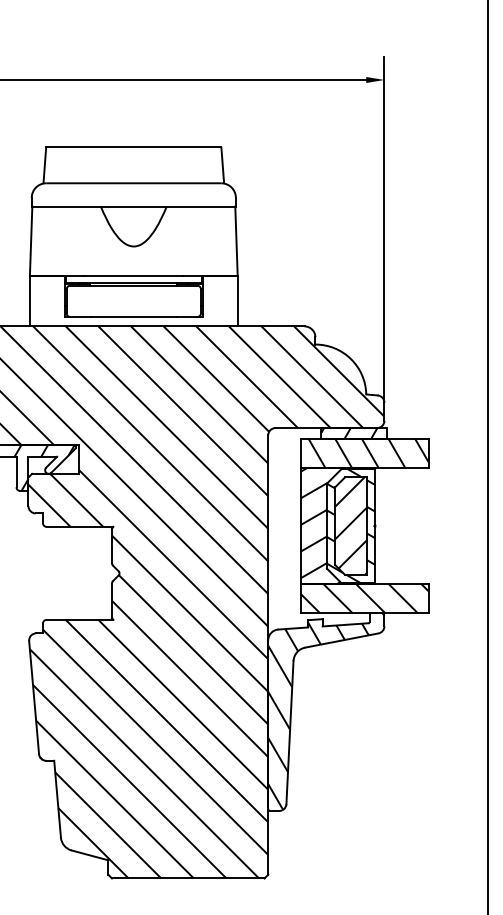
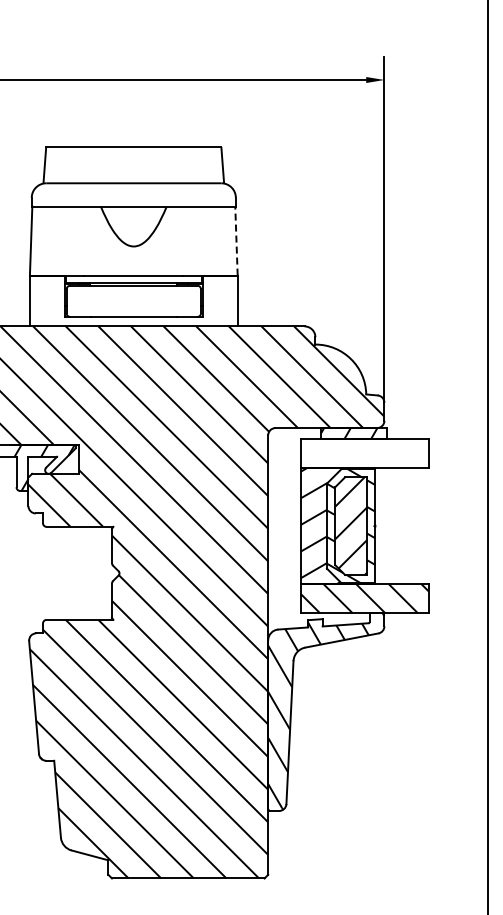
line at (236, 241): solid -> dashed
hatch at (368, 453): present -> none
